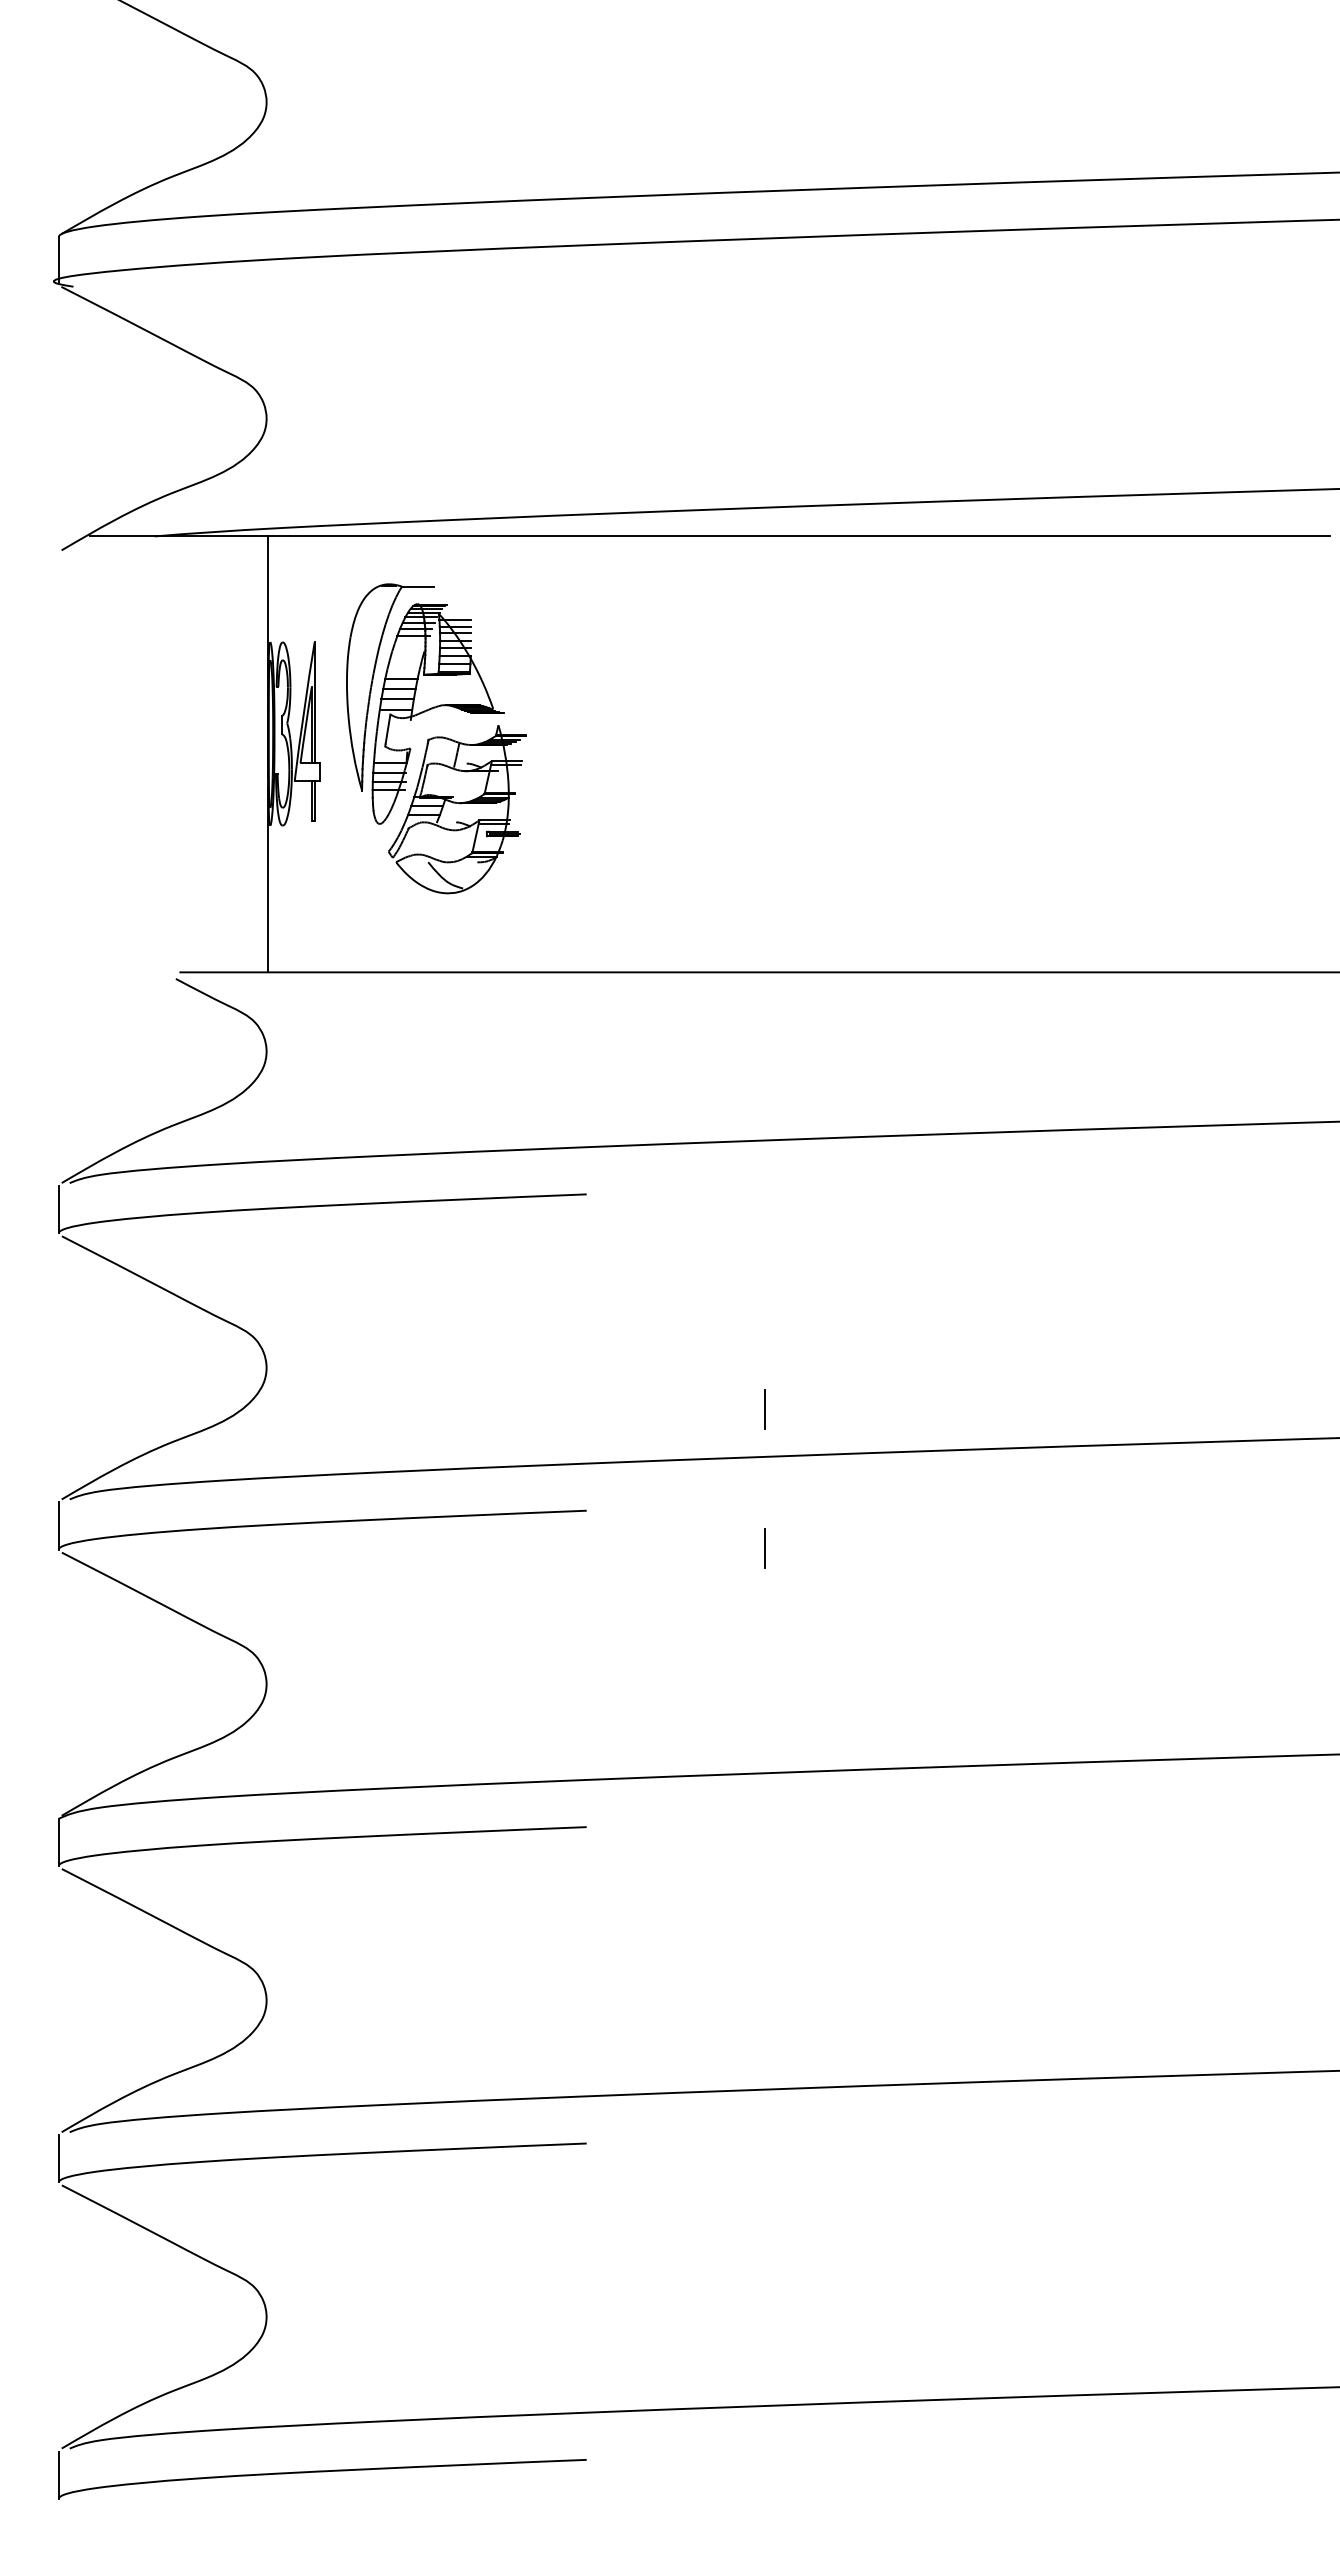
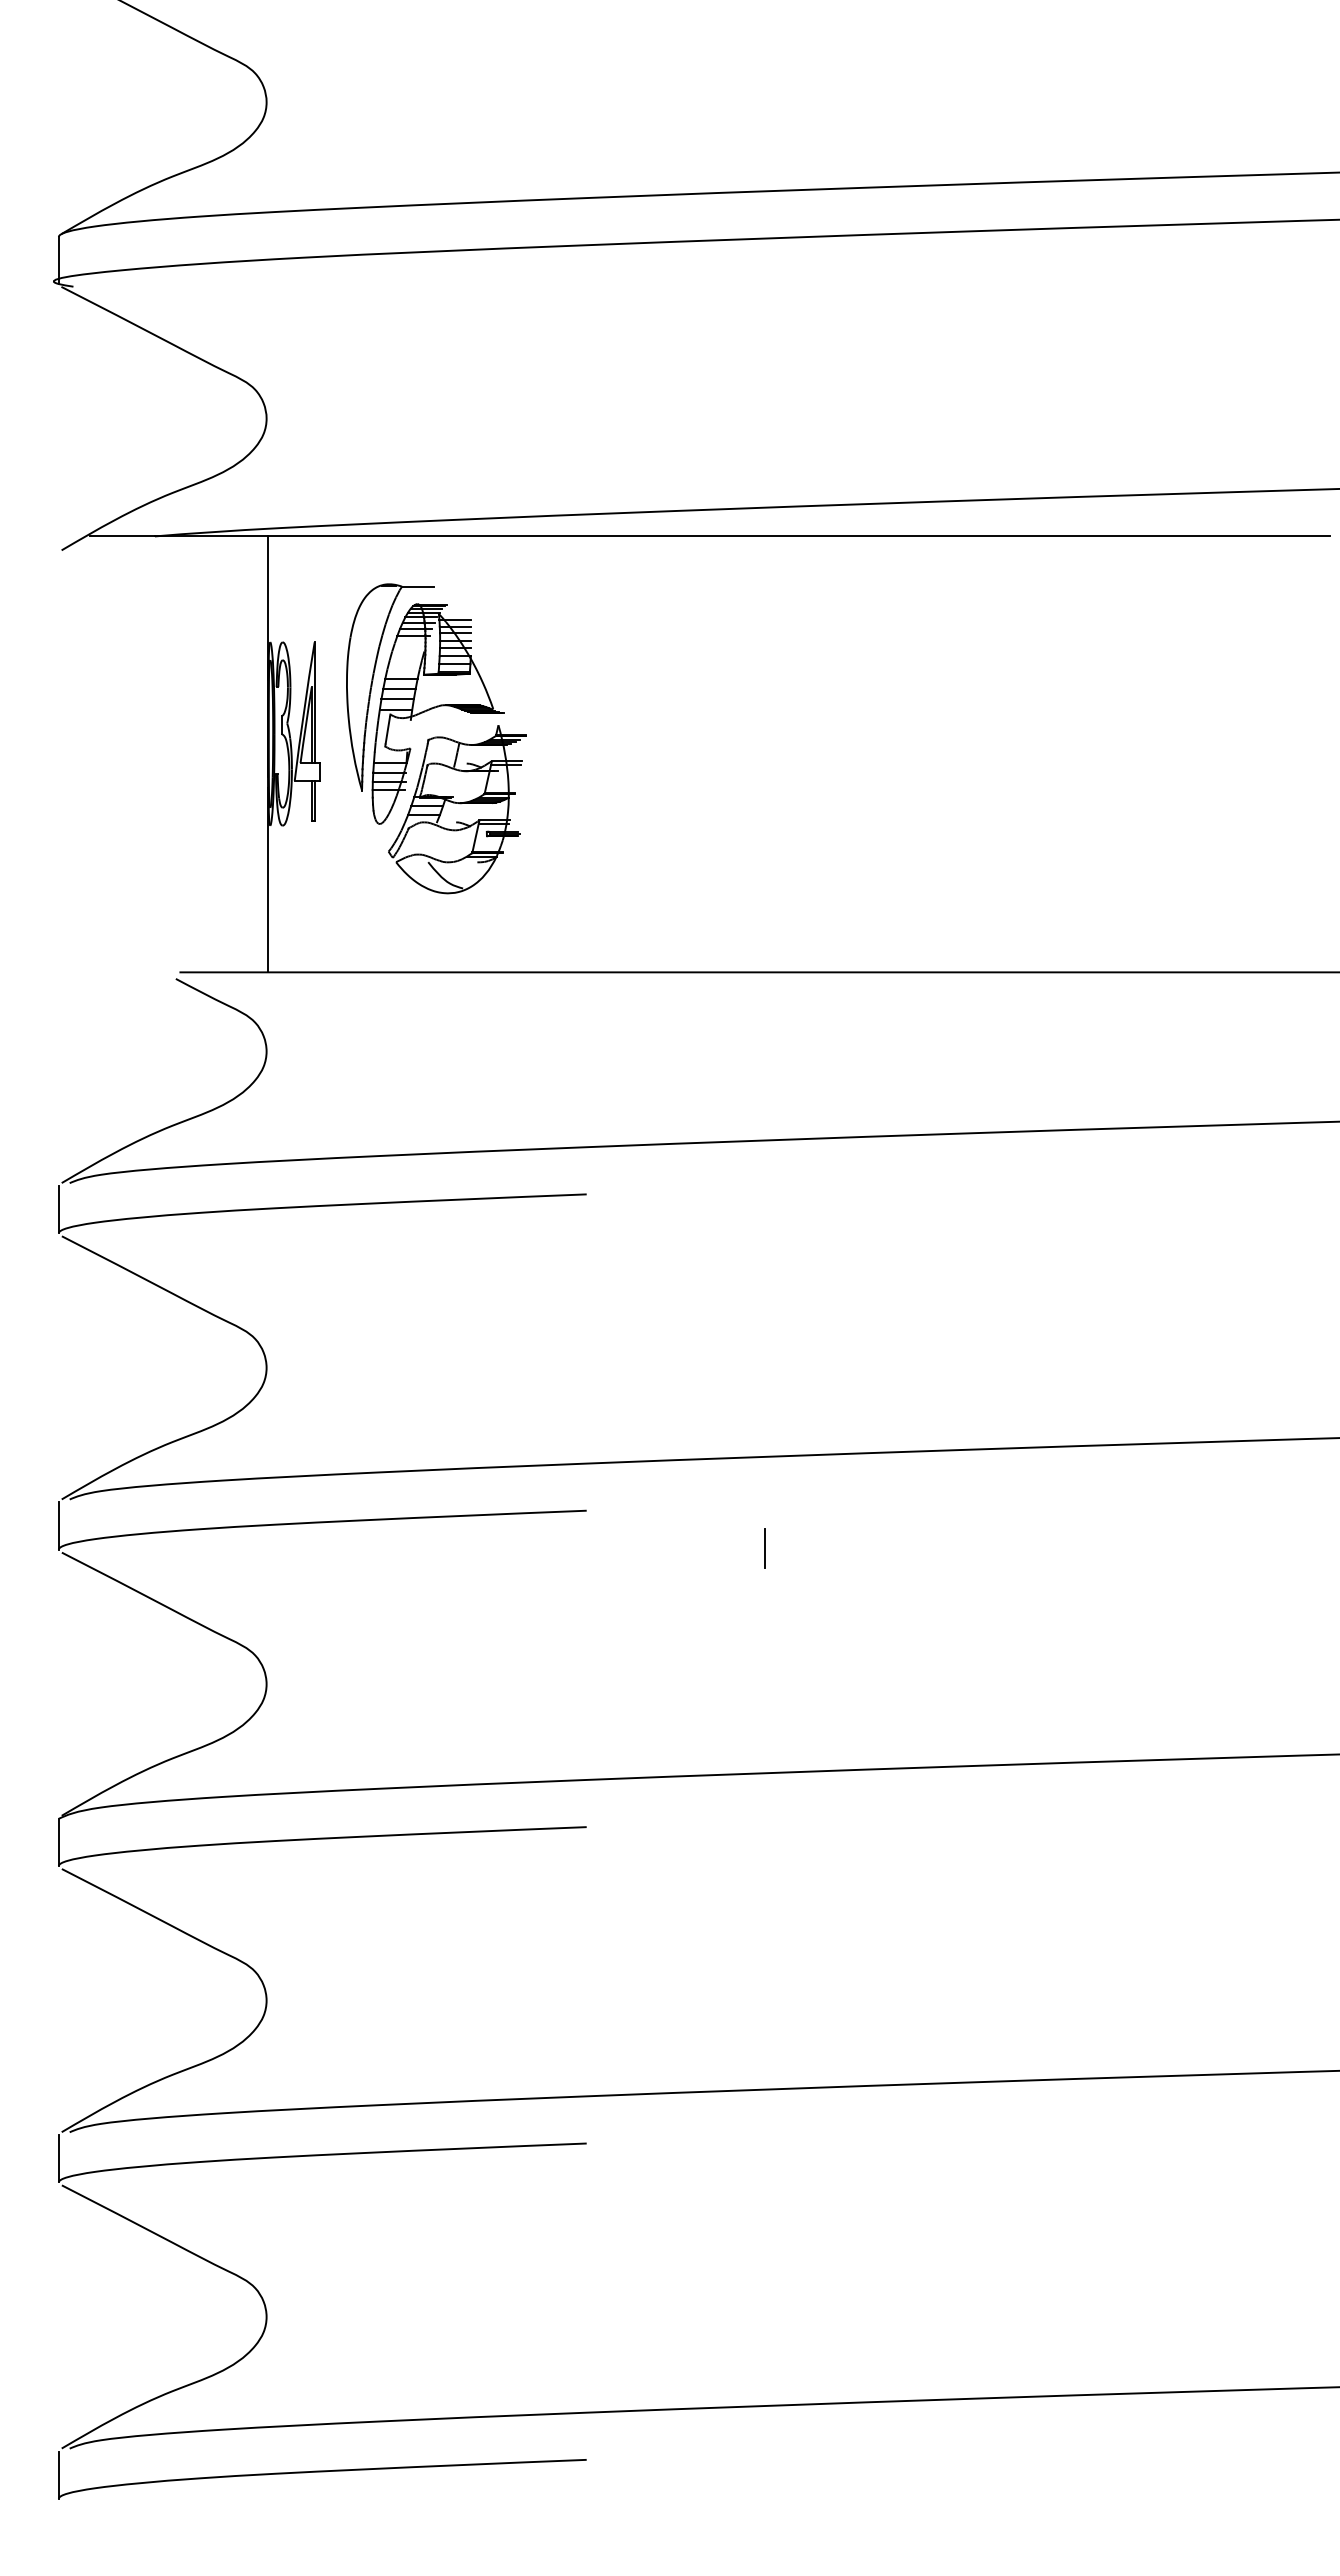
line at (764, 1409): present -> none
